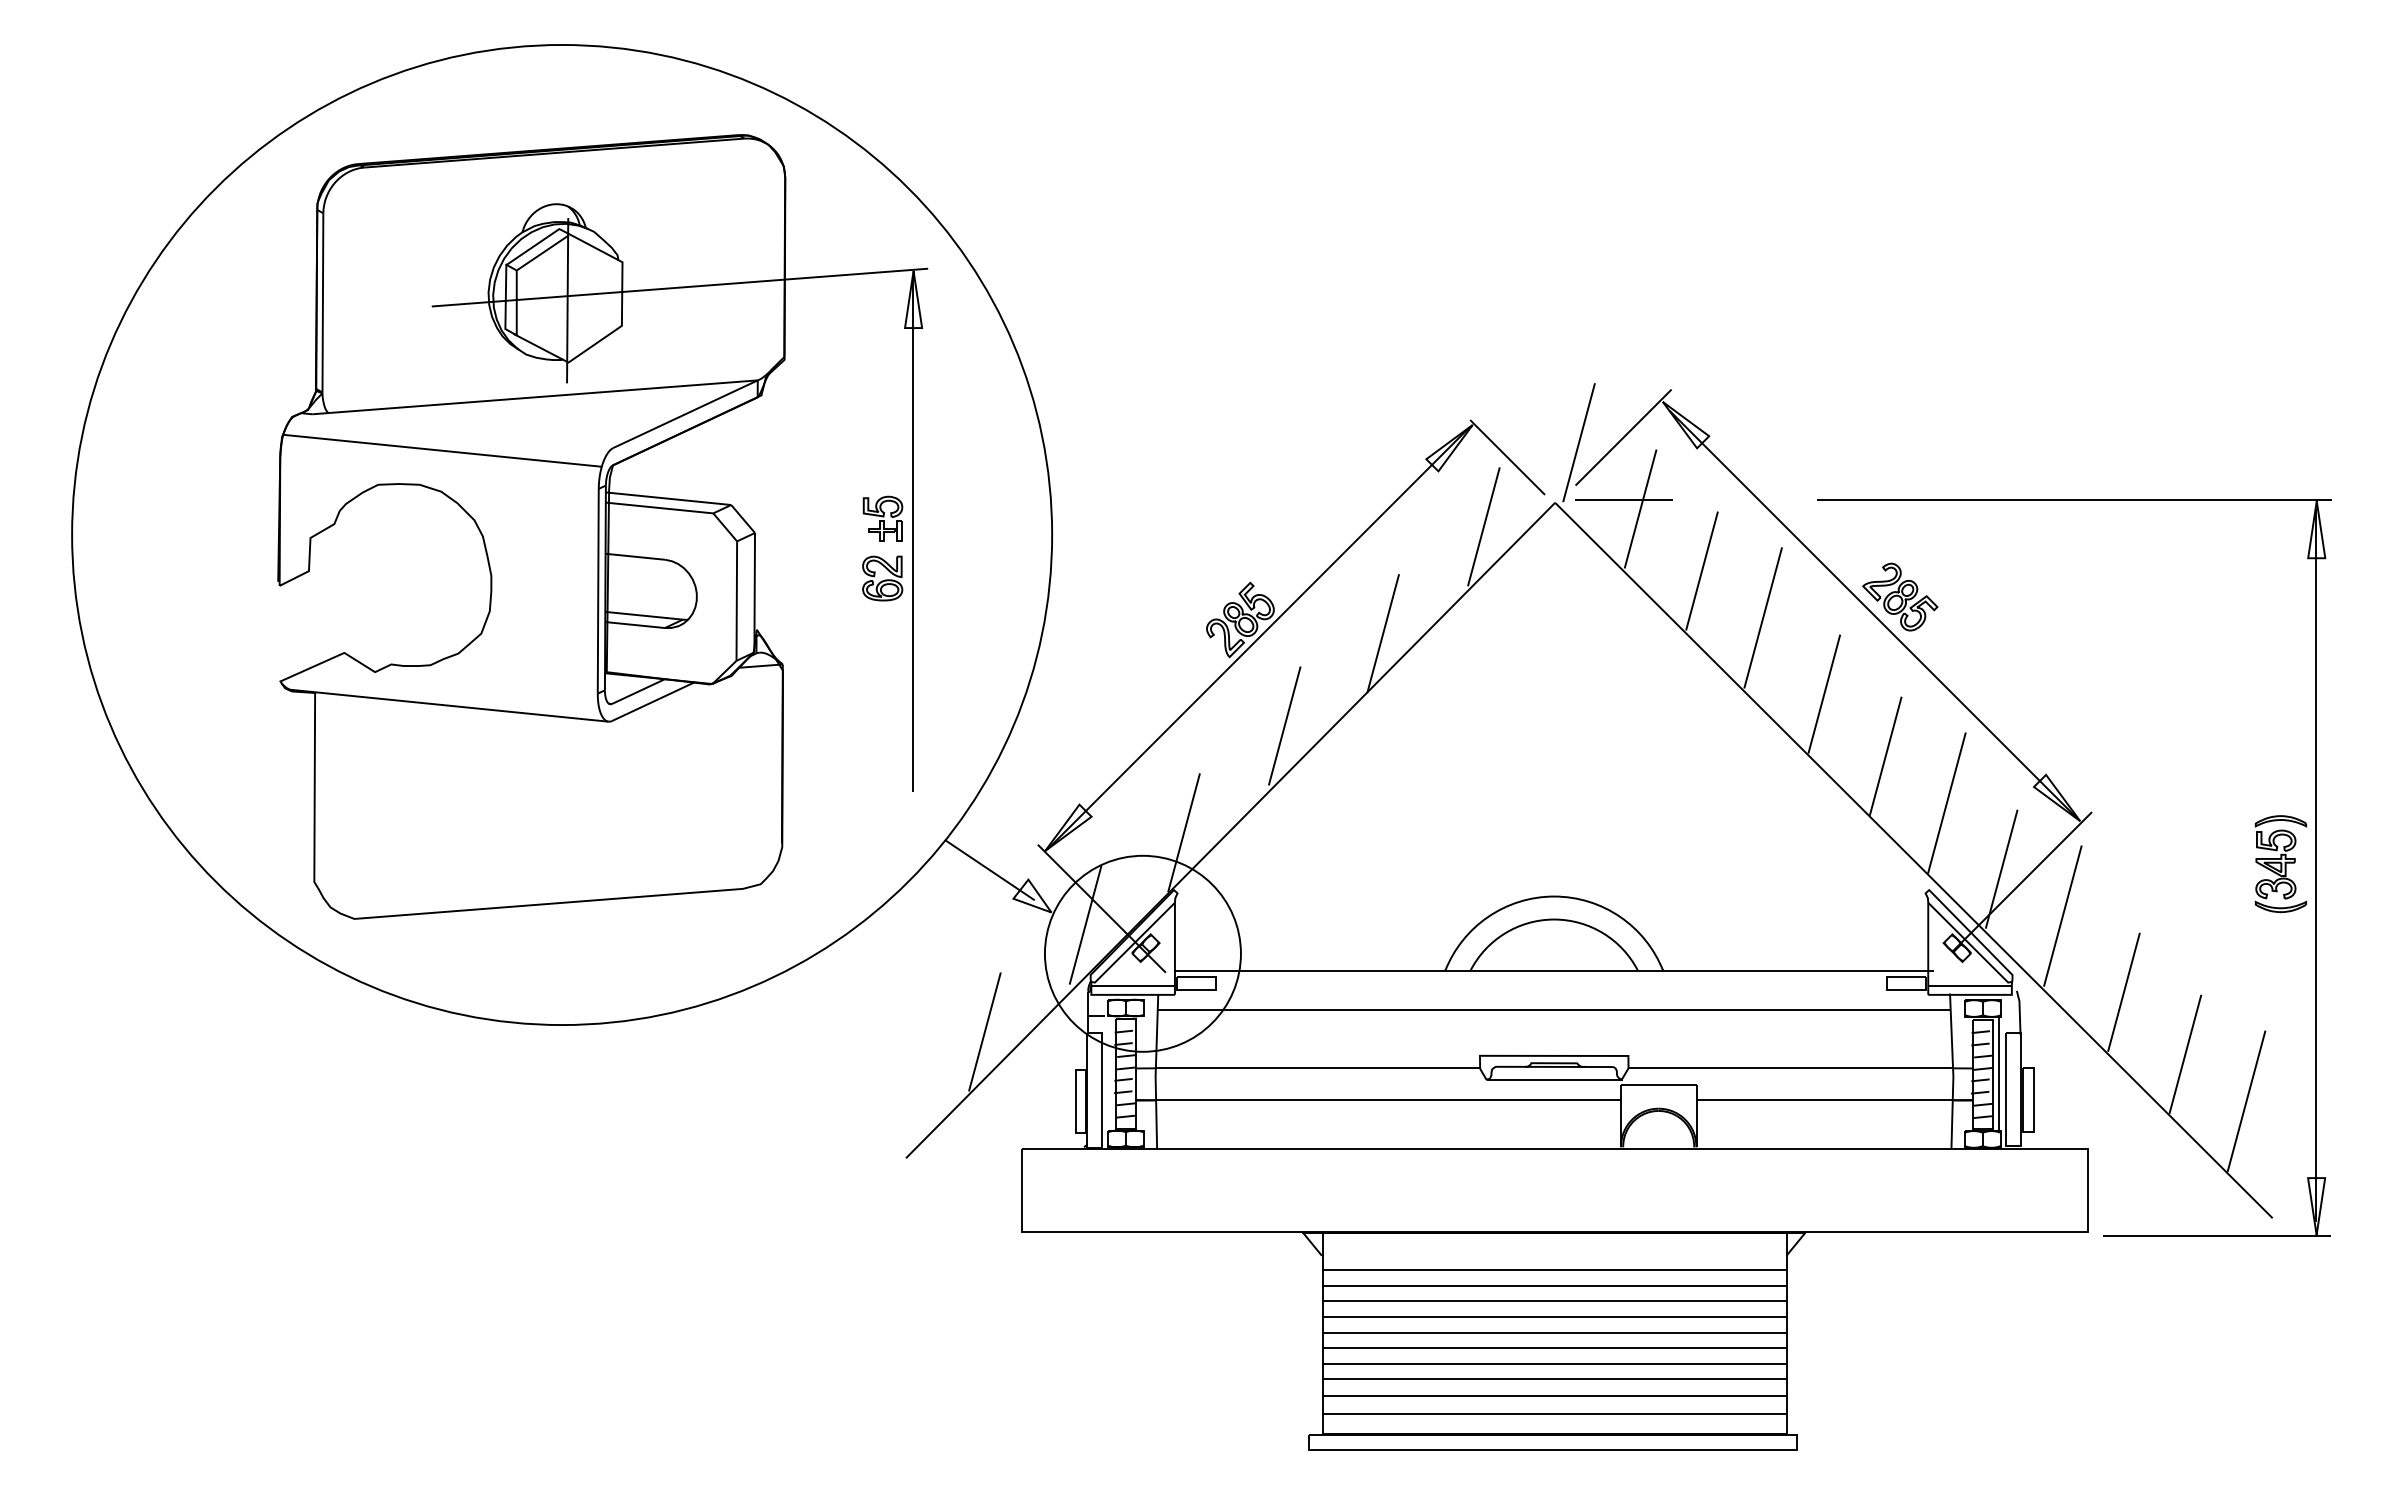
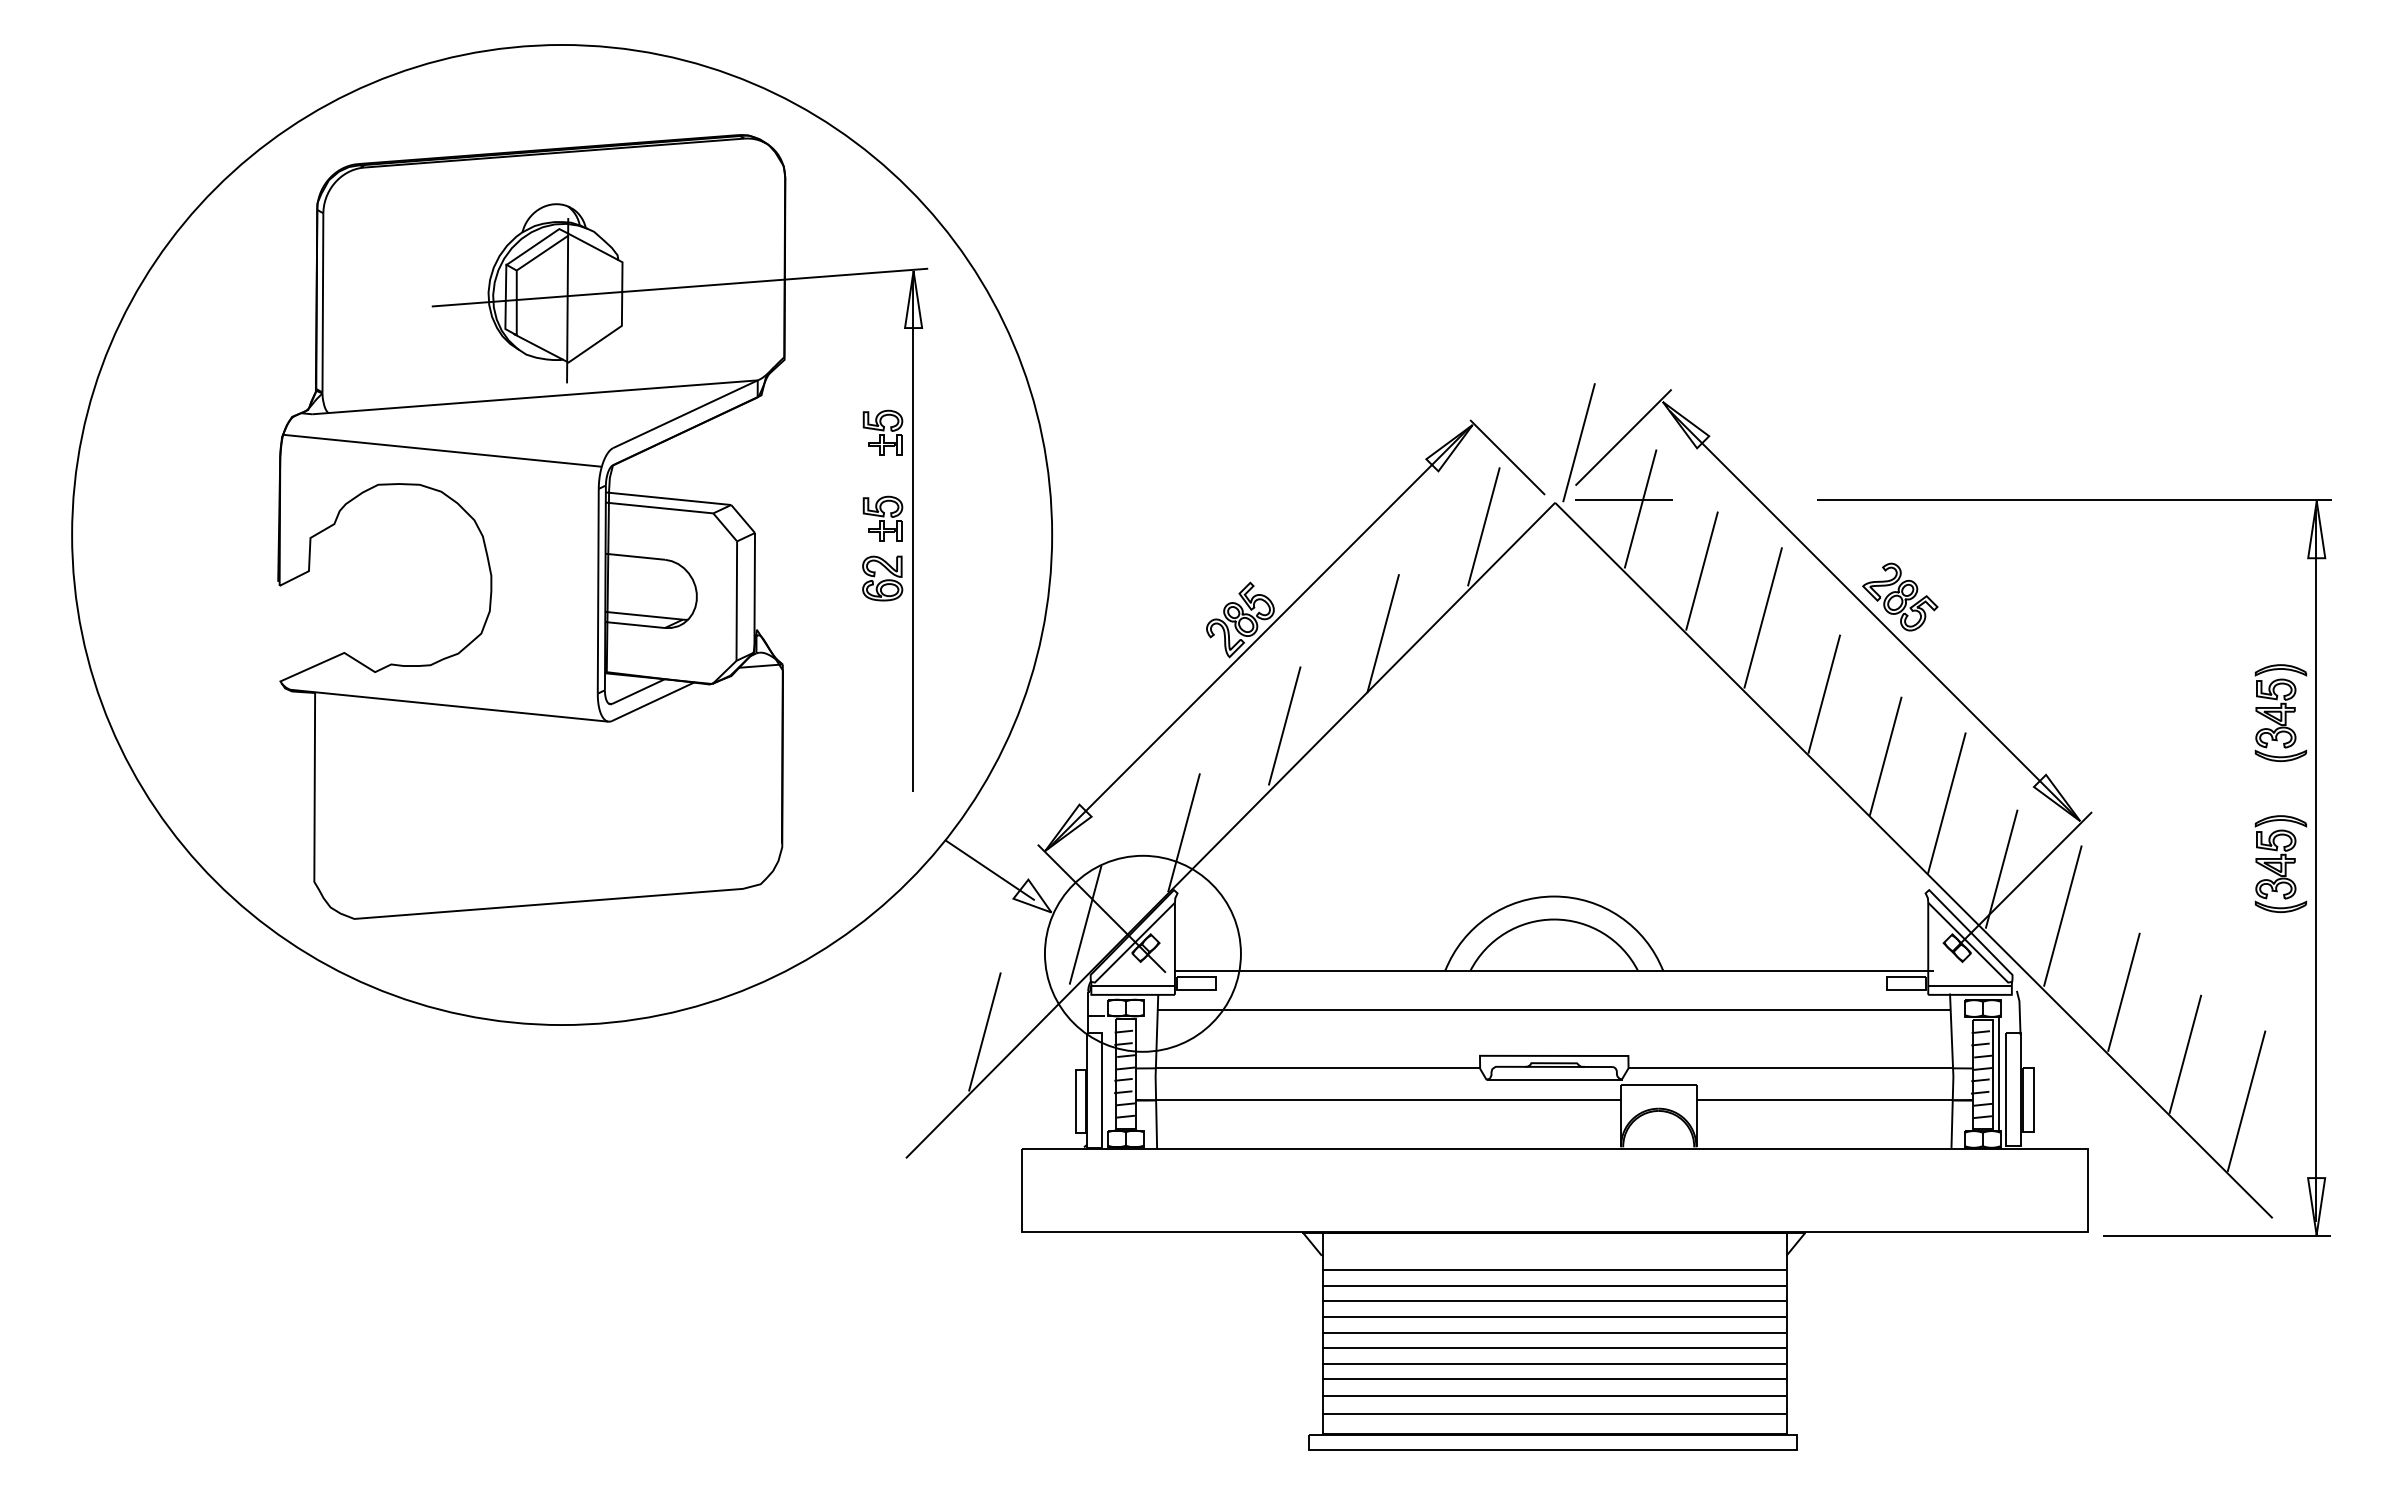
part at (882, 432): none -> present
part at (2280, 712): none -> present
